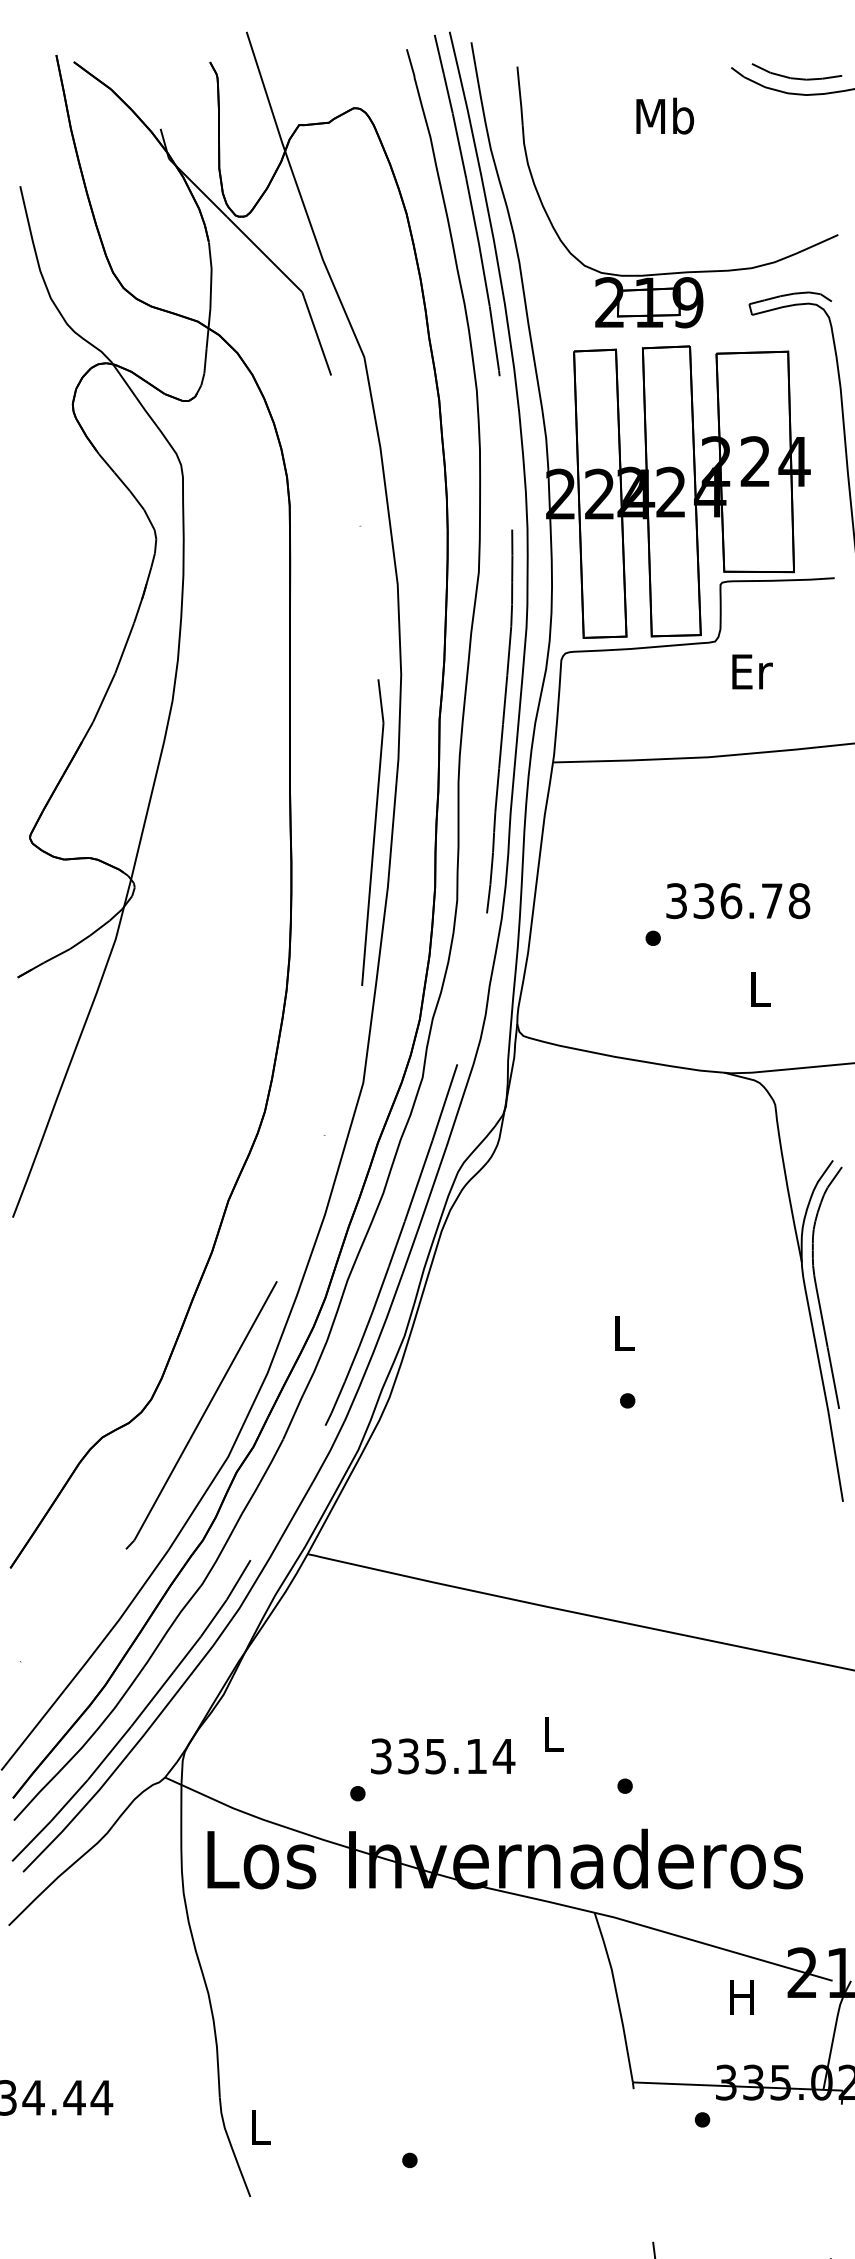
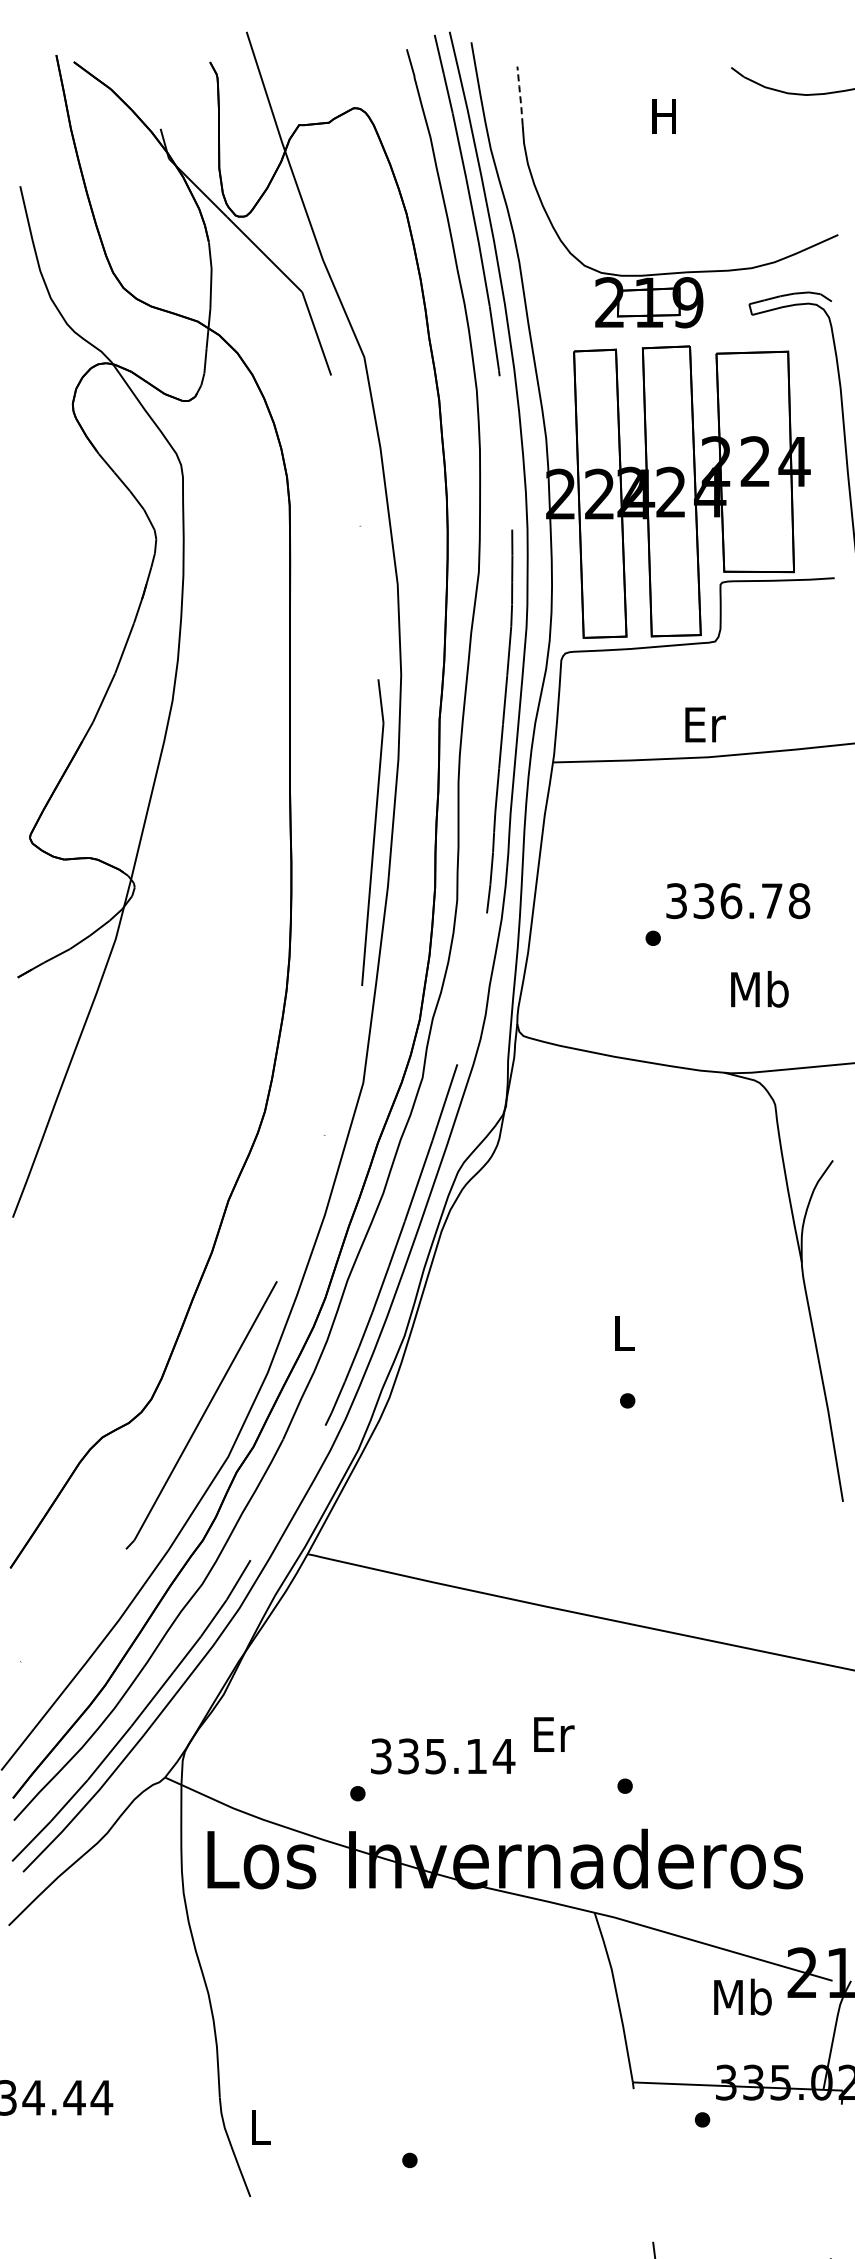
curve at (796, 77): present -> none
line at (520, 95): solid -> dashed
text at (665, 115): Mb -> H
text at (752, 671) position: (752, 671) -> (705, 724)
text at (759, 988): L -> Mb
curve at (817, 1287): present -> none
text at (554, 1734): L -> Er
text at (742, 1996): H -> Mb
